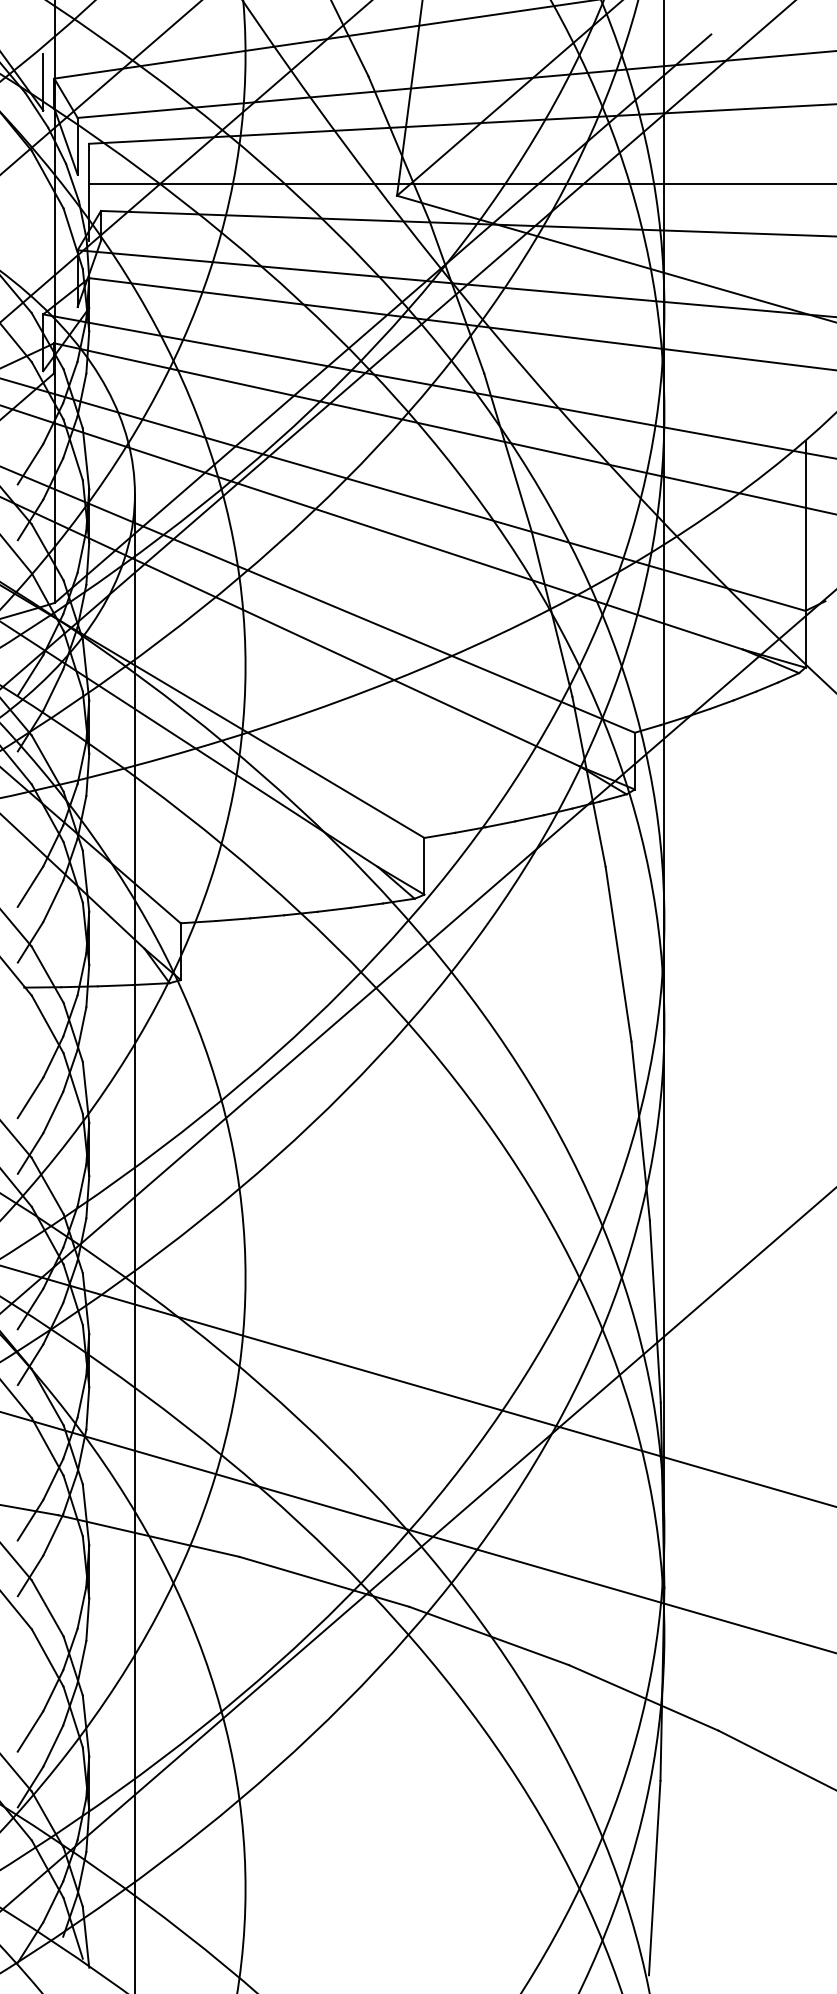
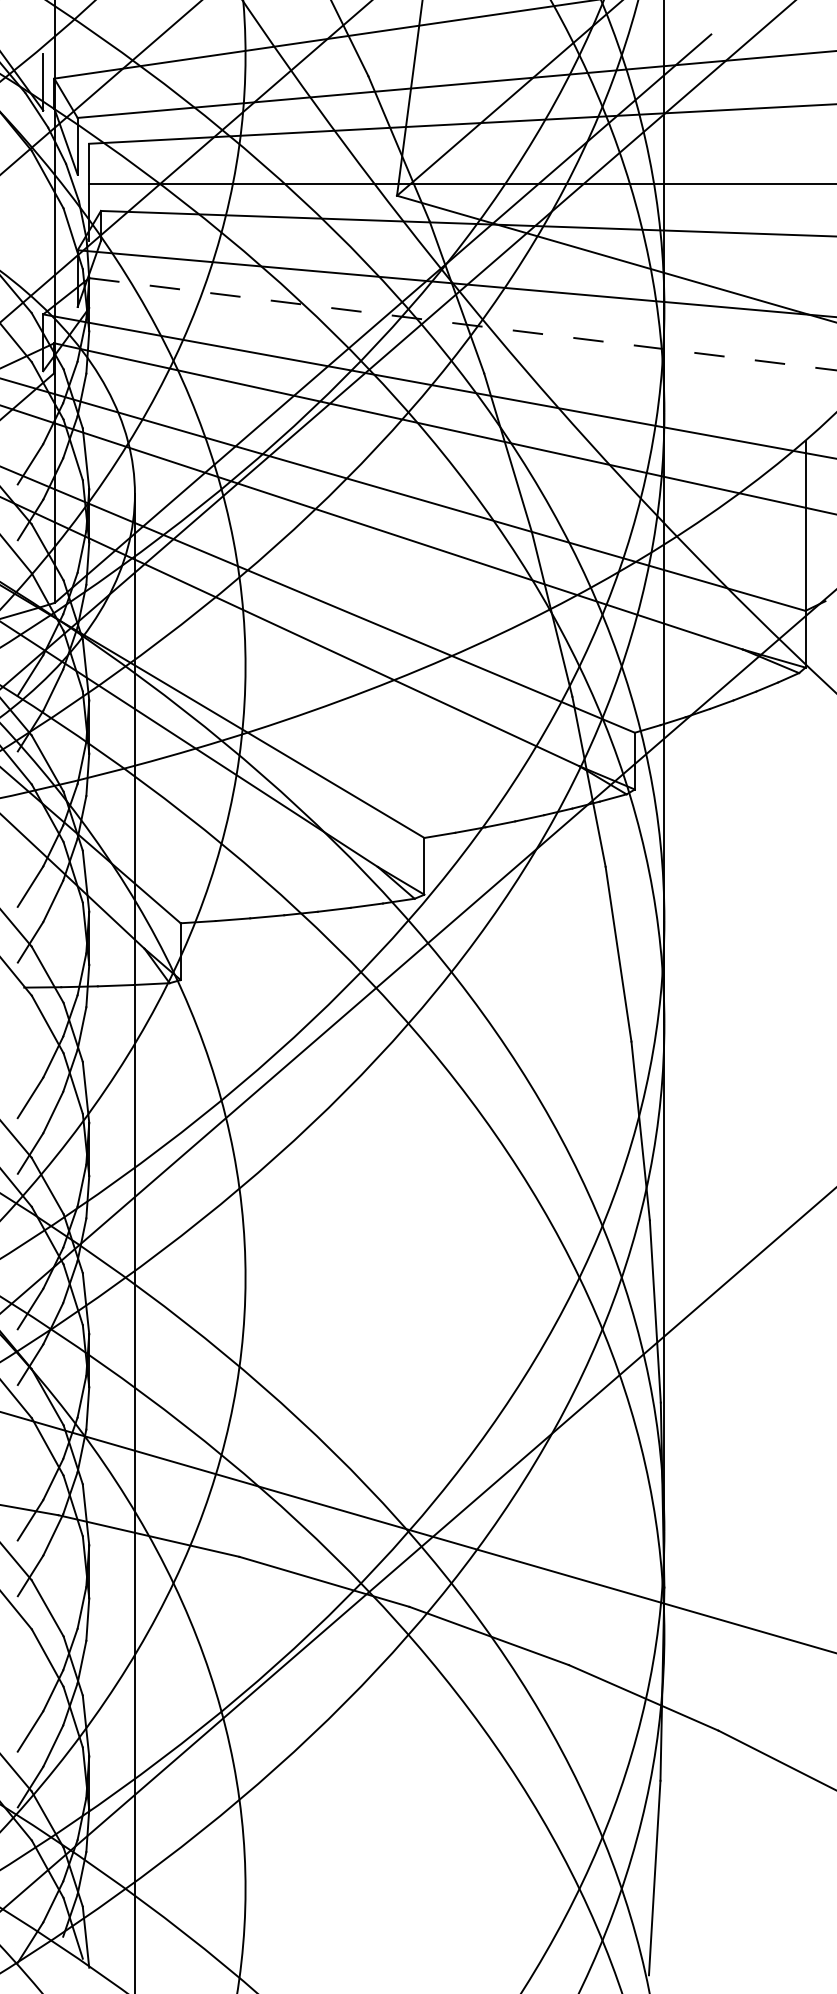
line at (463, 324): solid -> dashed
line at (417, 1386): present -> none
